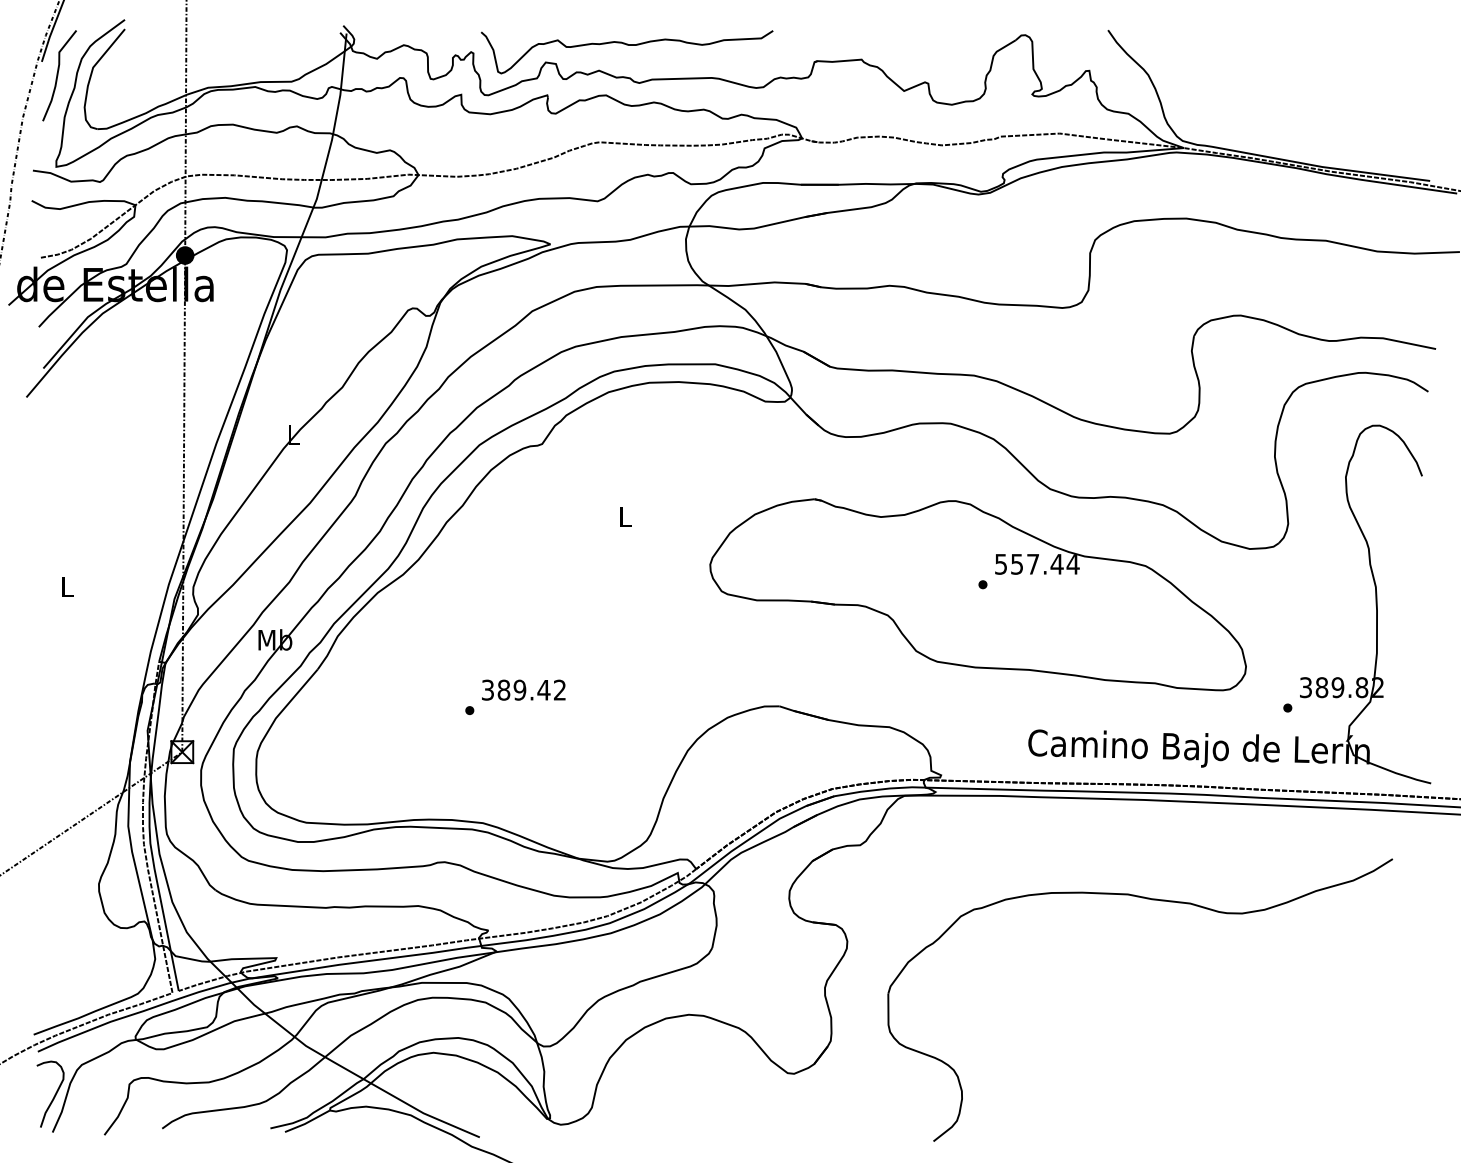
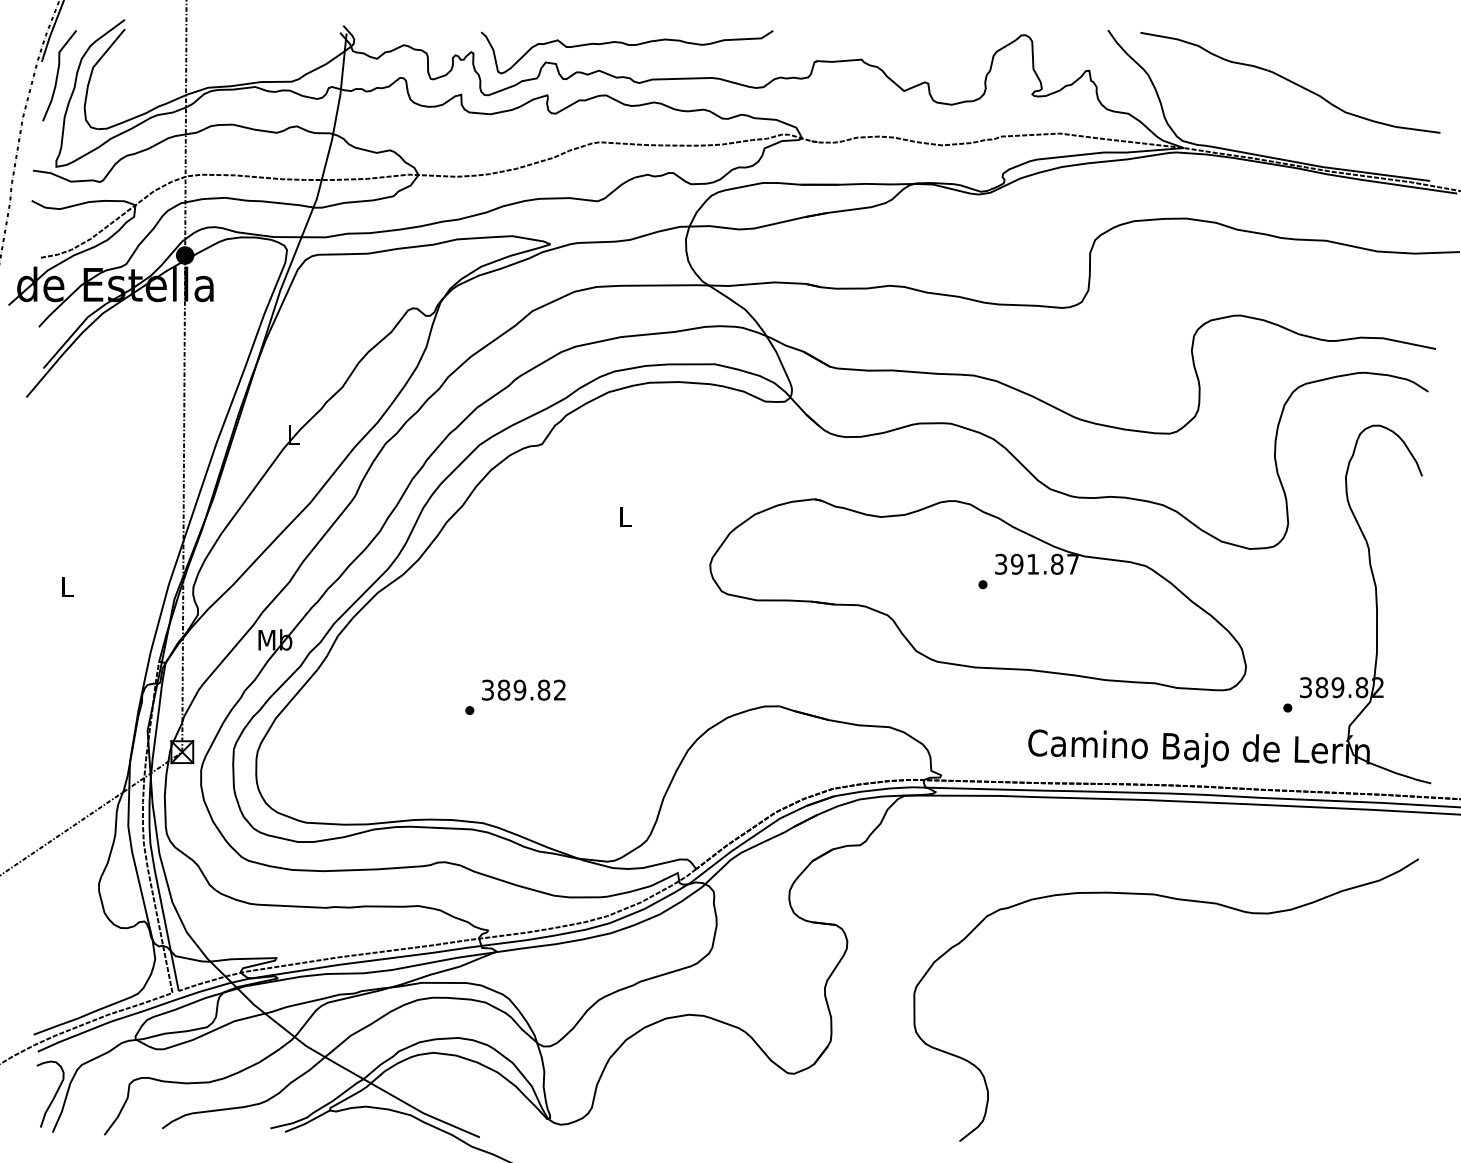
part at (1290, 82): none -> present
text at (1037, 563): 557.44 -> 391.87
text at (543, 689): 389.42 -> 389.82
part at (1152, 900) position: (1152, 900) -> (1178, 900)
